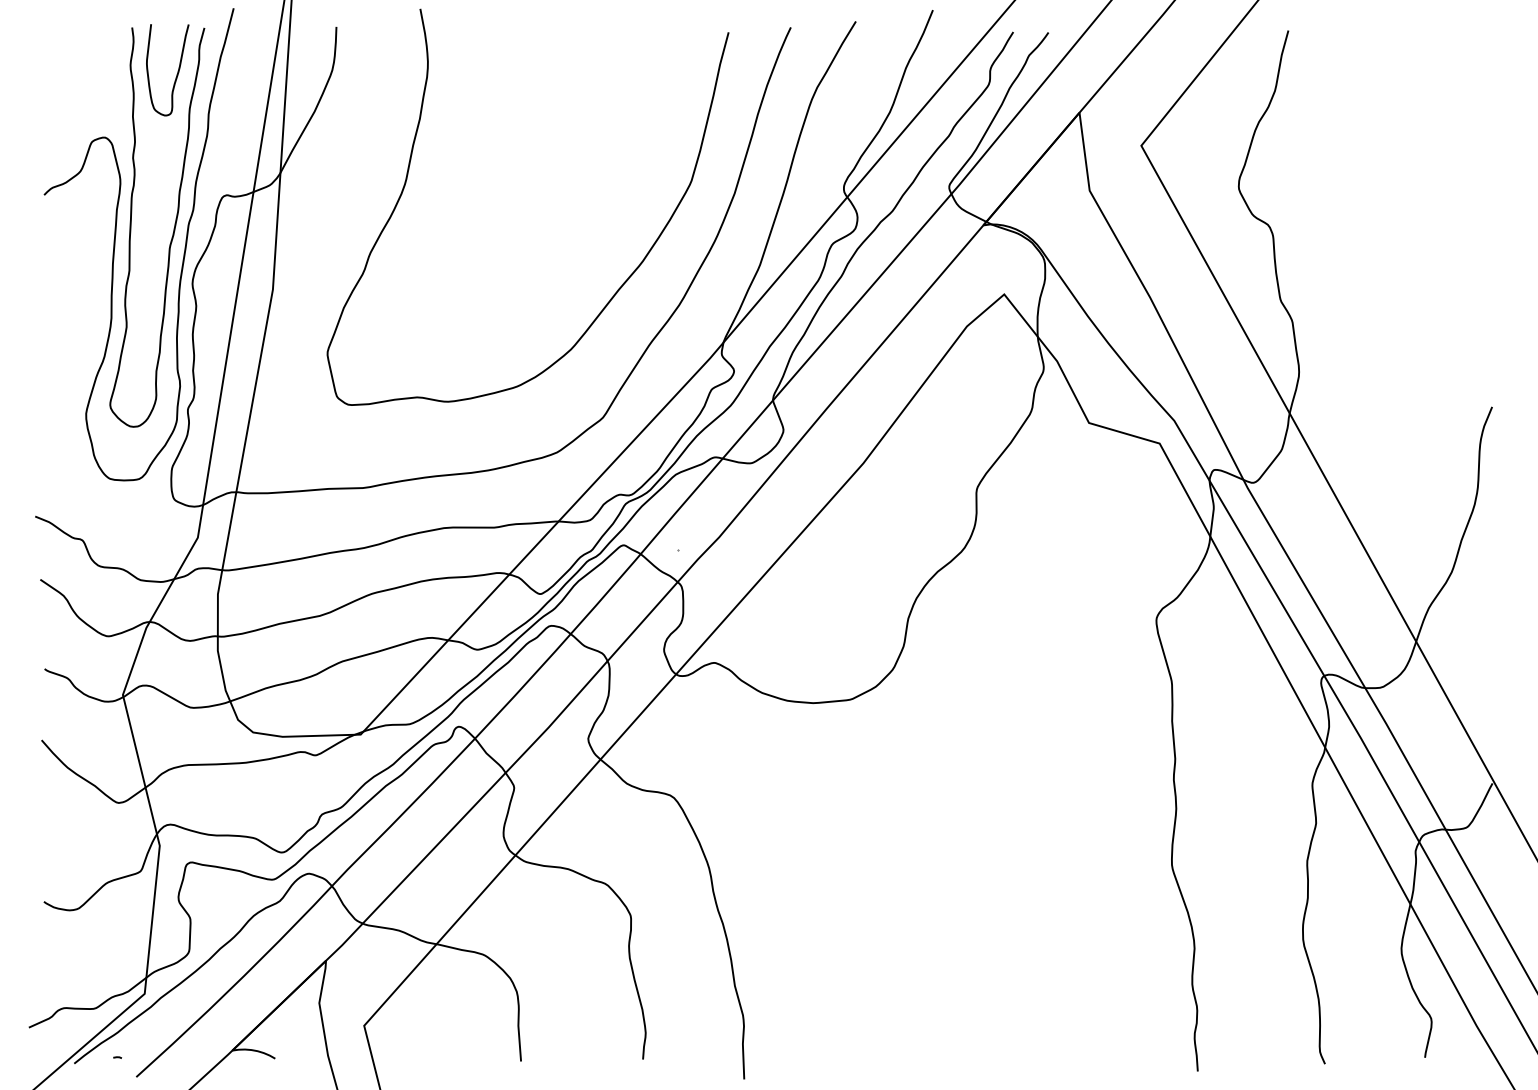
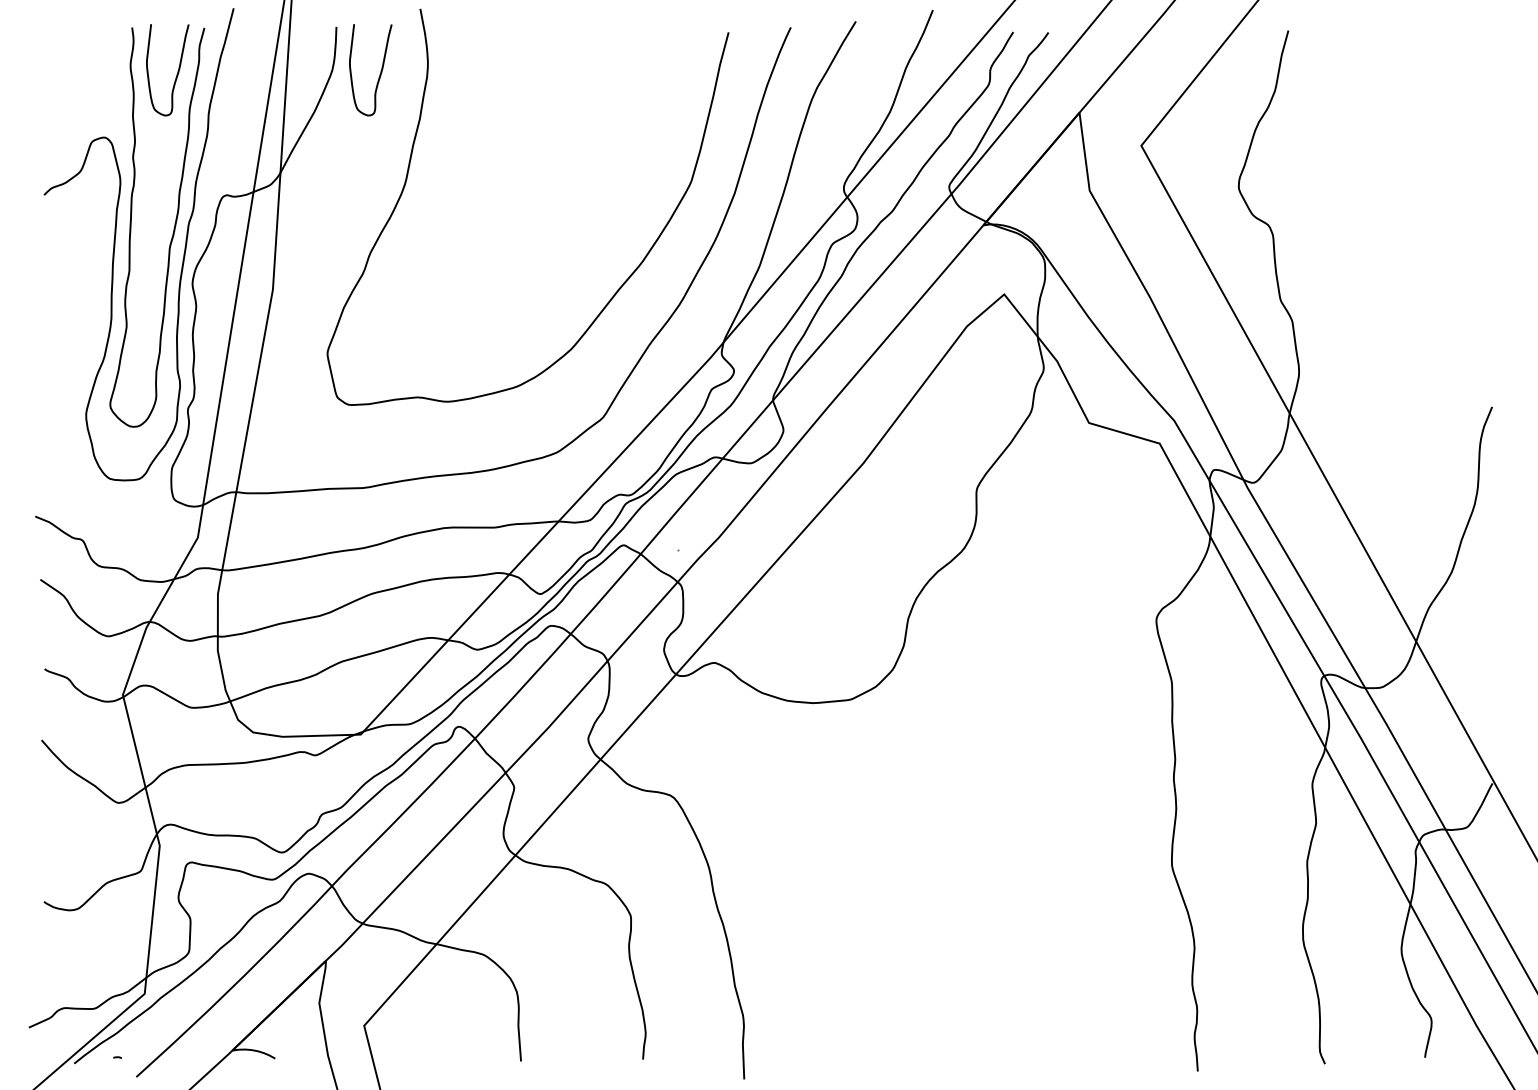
curve at (379, 74): none -> present
